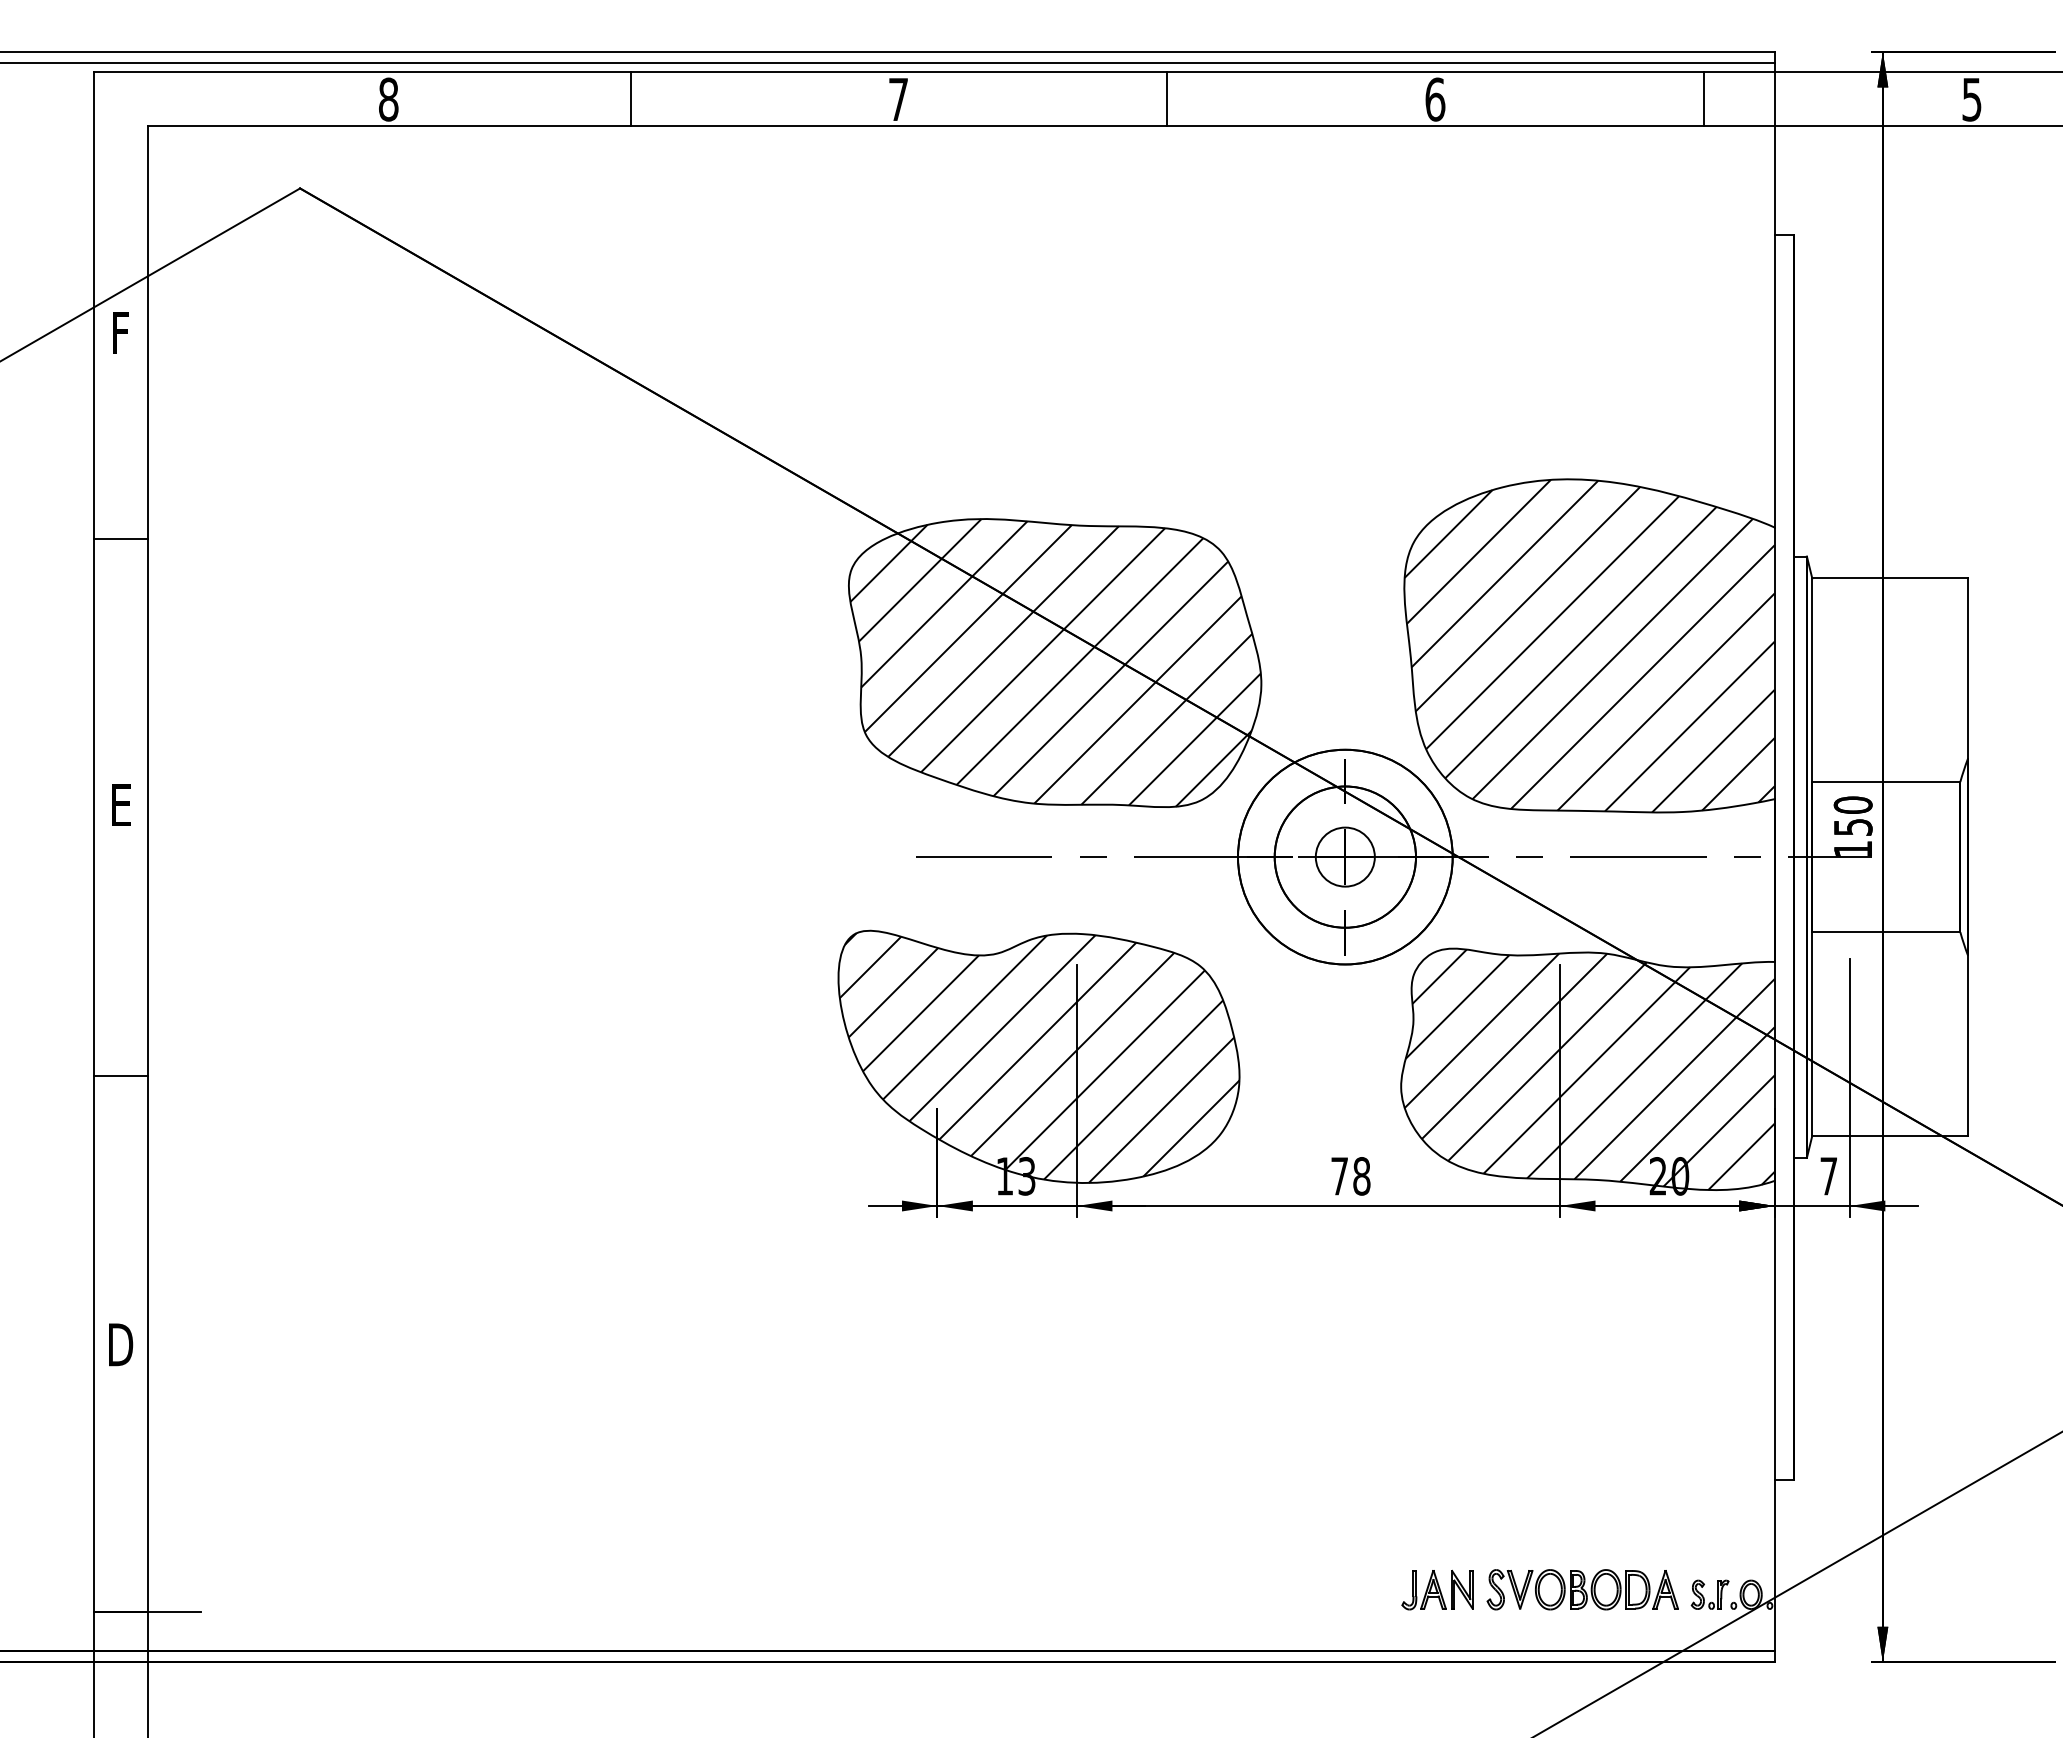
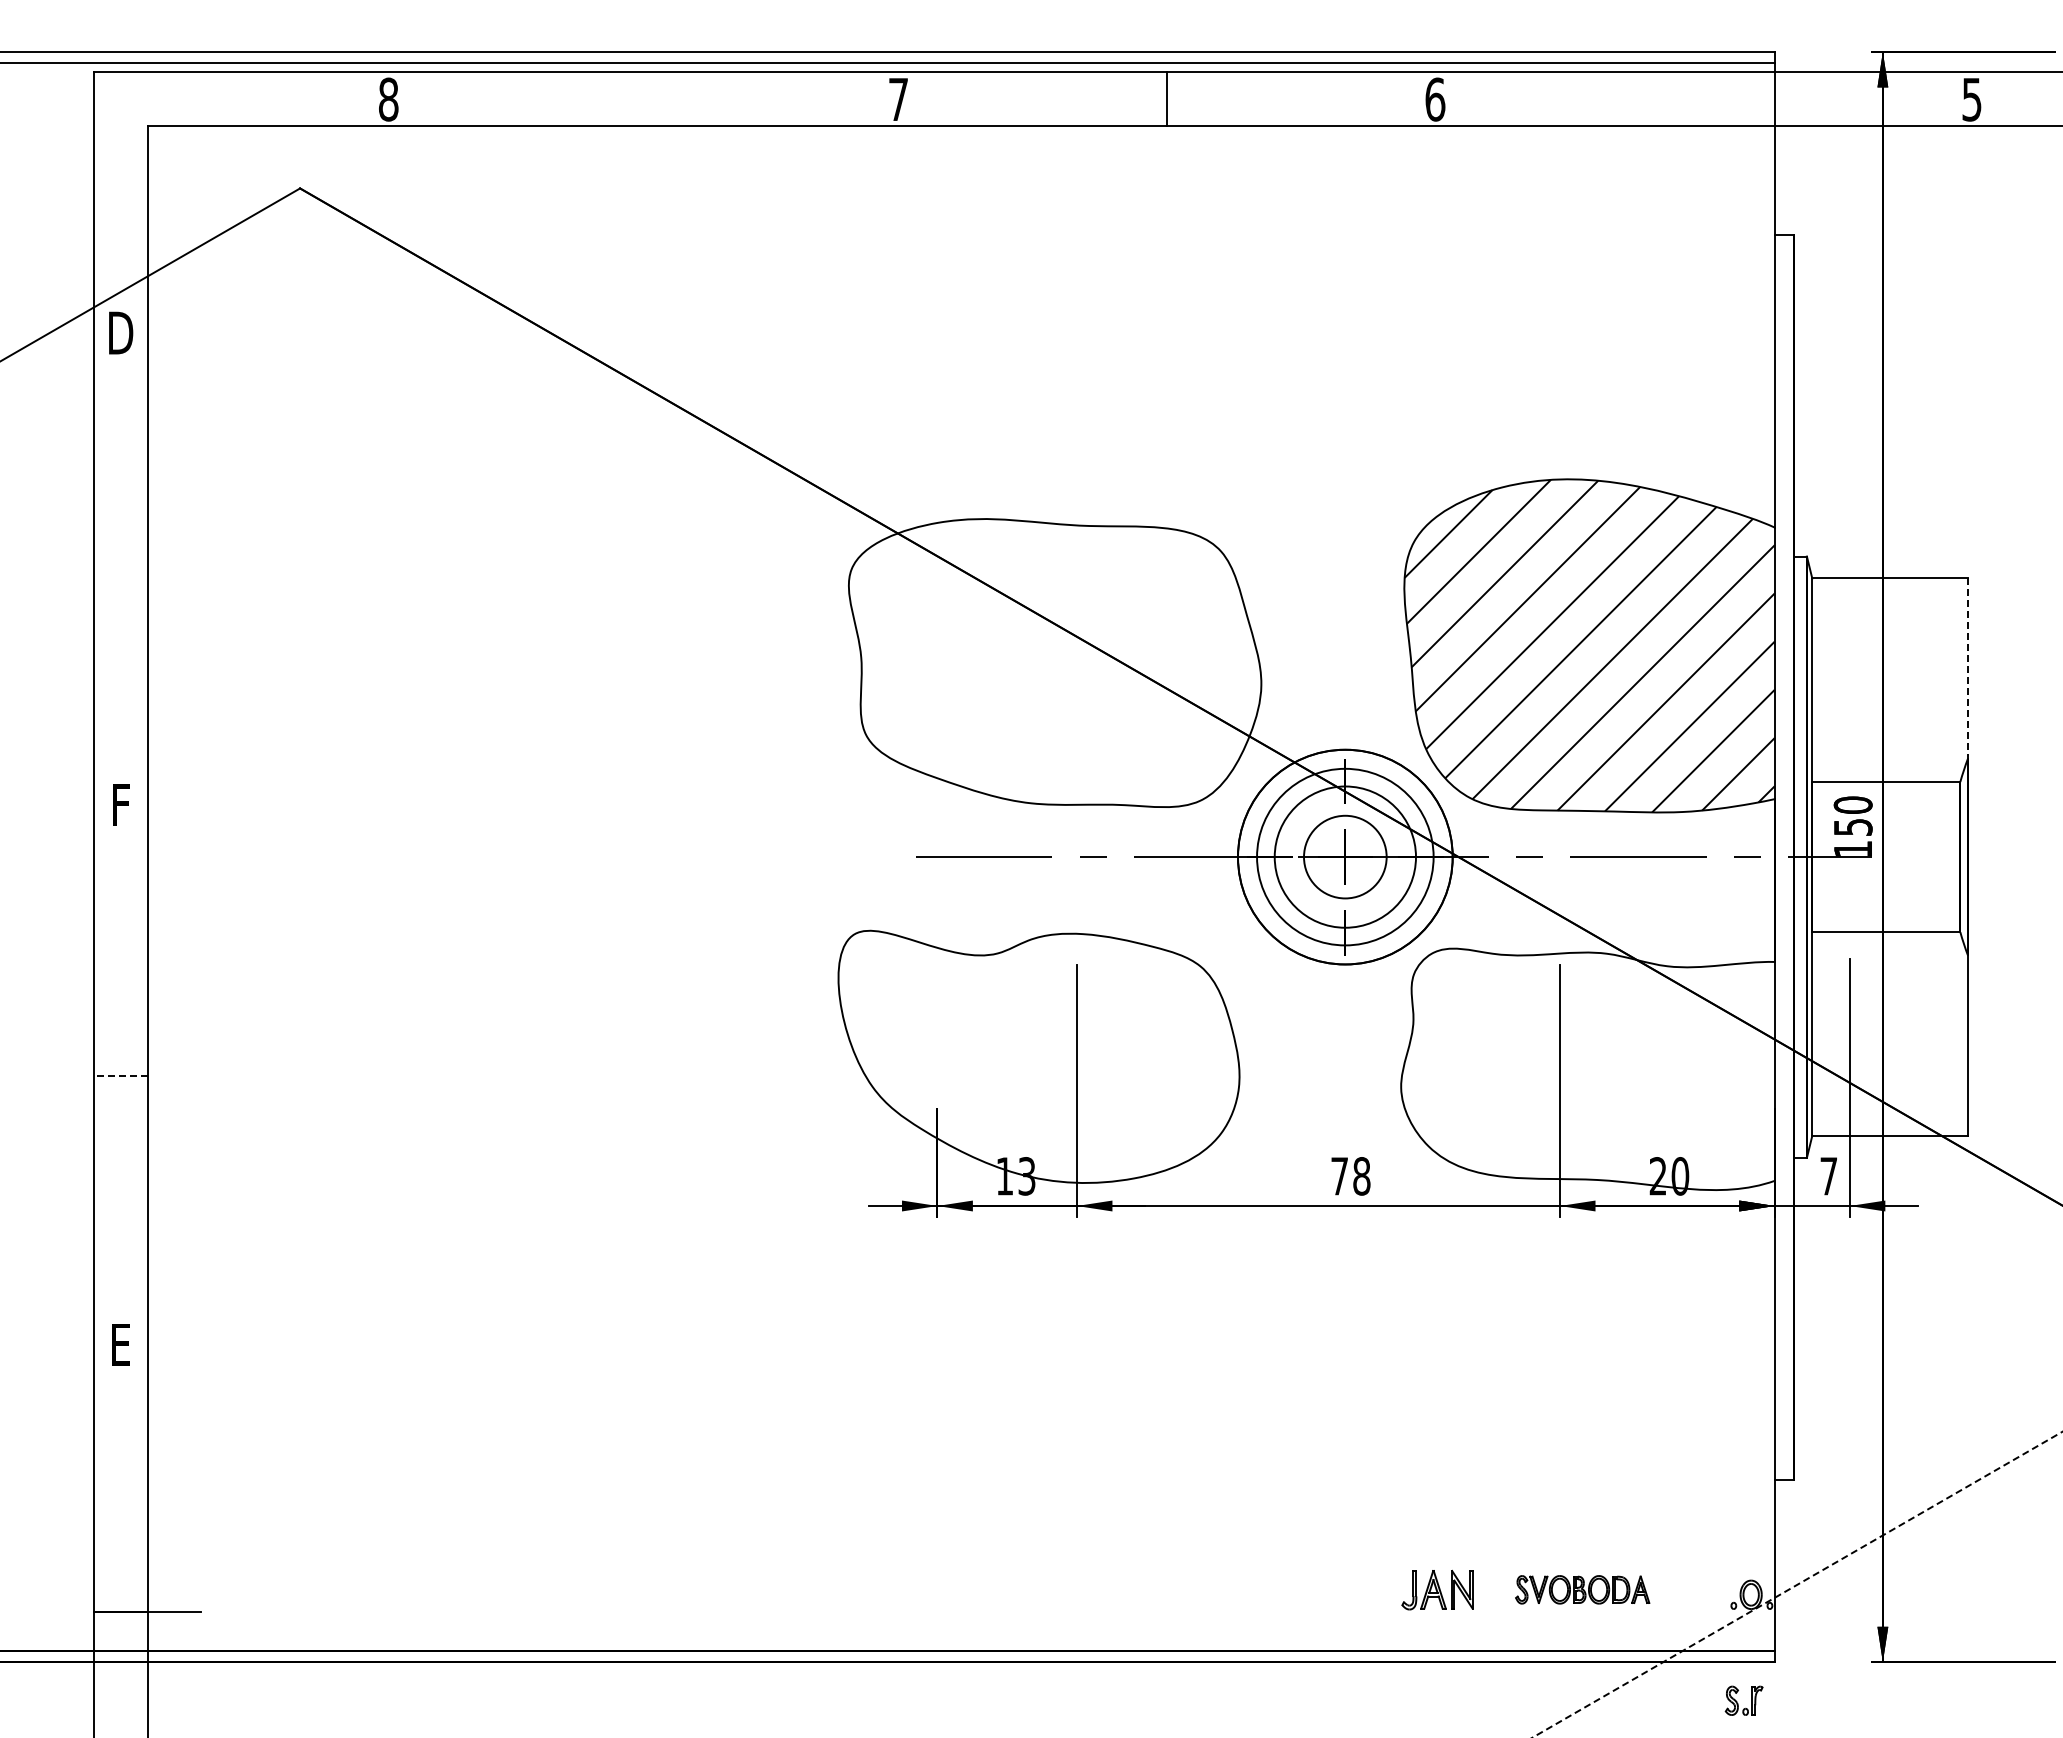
line at (630, 98): present -> none
line at (1704, 98): present -> none
text at (121, 332): F -> D
line at (120, 538): present -> none
hatch at (1055, 662): present -> none
line at (1967, 669): solid -> dashed
text at (121, 804): E -> F
circle at (1344, 856) diameter: 141 px -> 177 px
circle at (1344, 856) diameter: 59 px -> 83 px
hatch at (1039, 1057): present -> none
hatch at (1589, 1069): present -> none
line at (120, 1075): solid -> dashed
text at (121, 1344): D -> E
line at (1797, 1584): solid -> dashed
part at (1582, 1589) size: 193x42 px -> 136x30 px
part at (1709, 1594) position: (1709, 1594) -> (1743, 1700)
